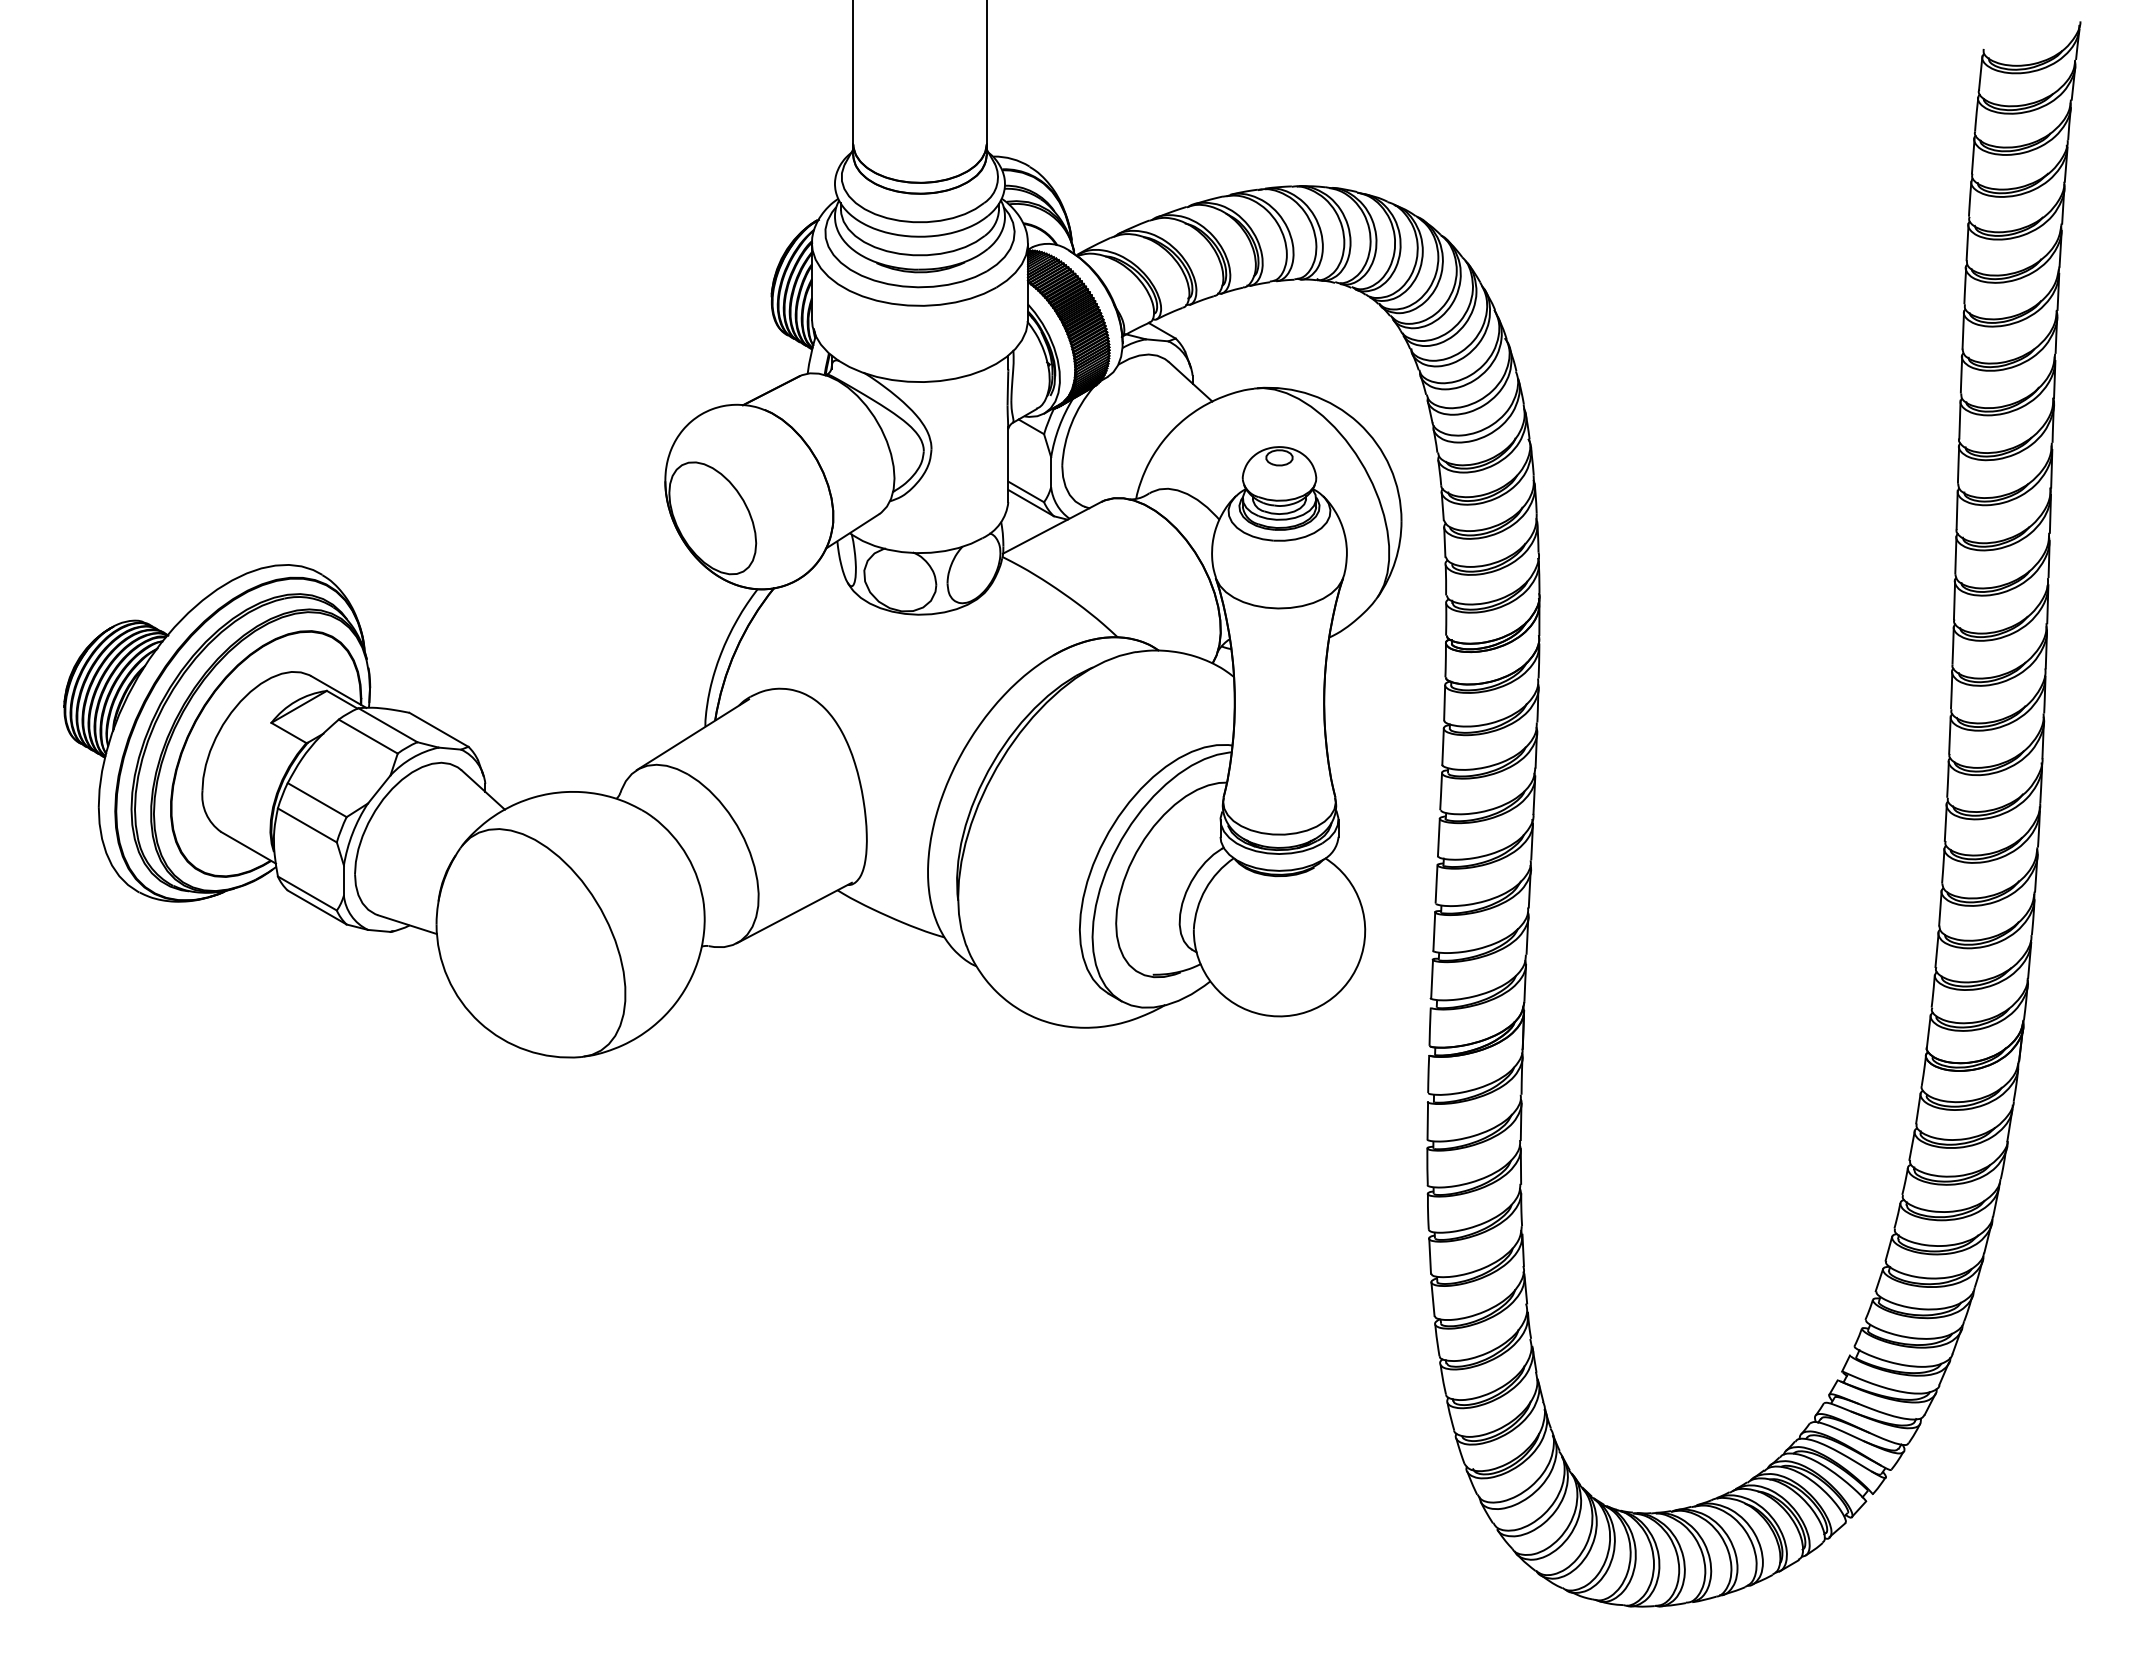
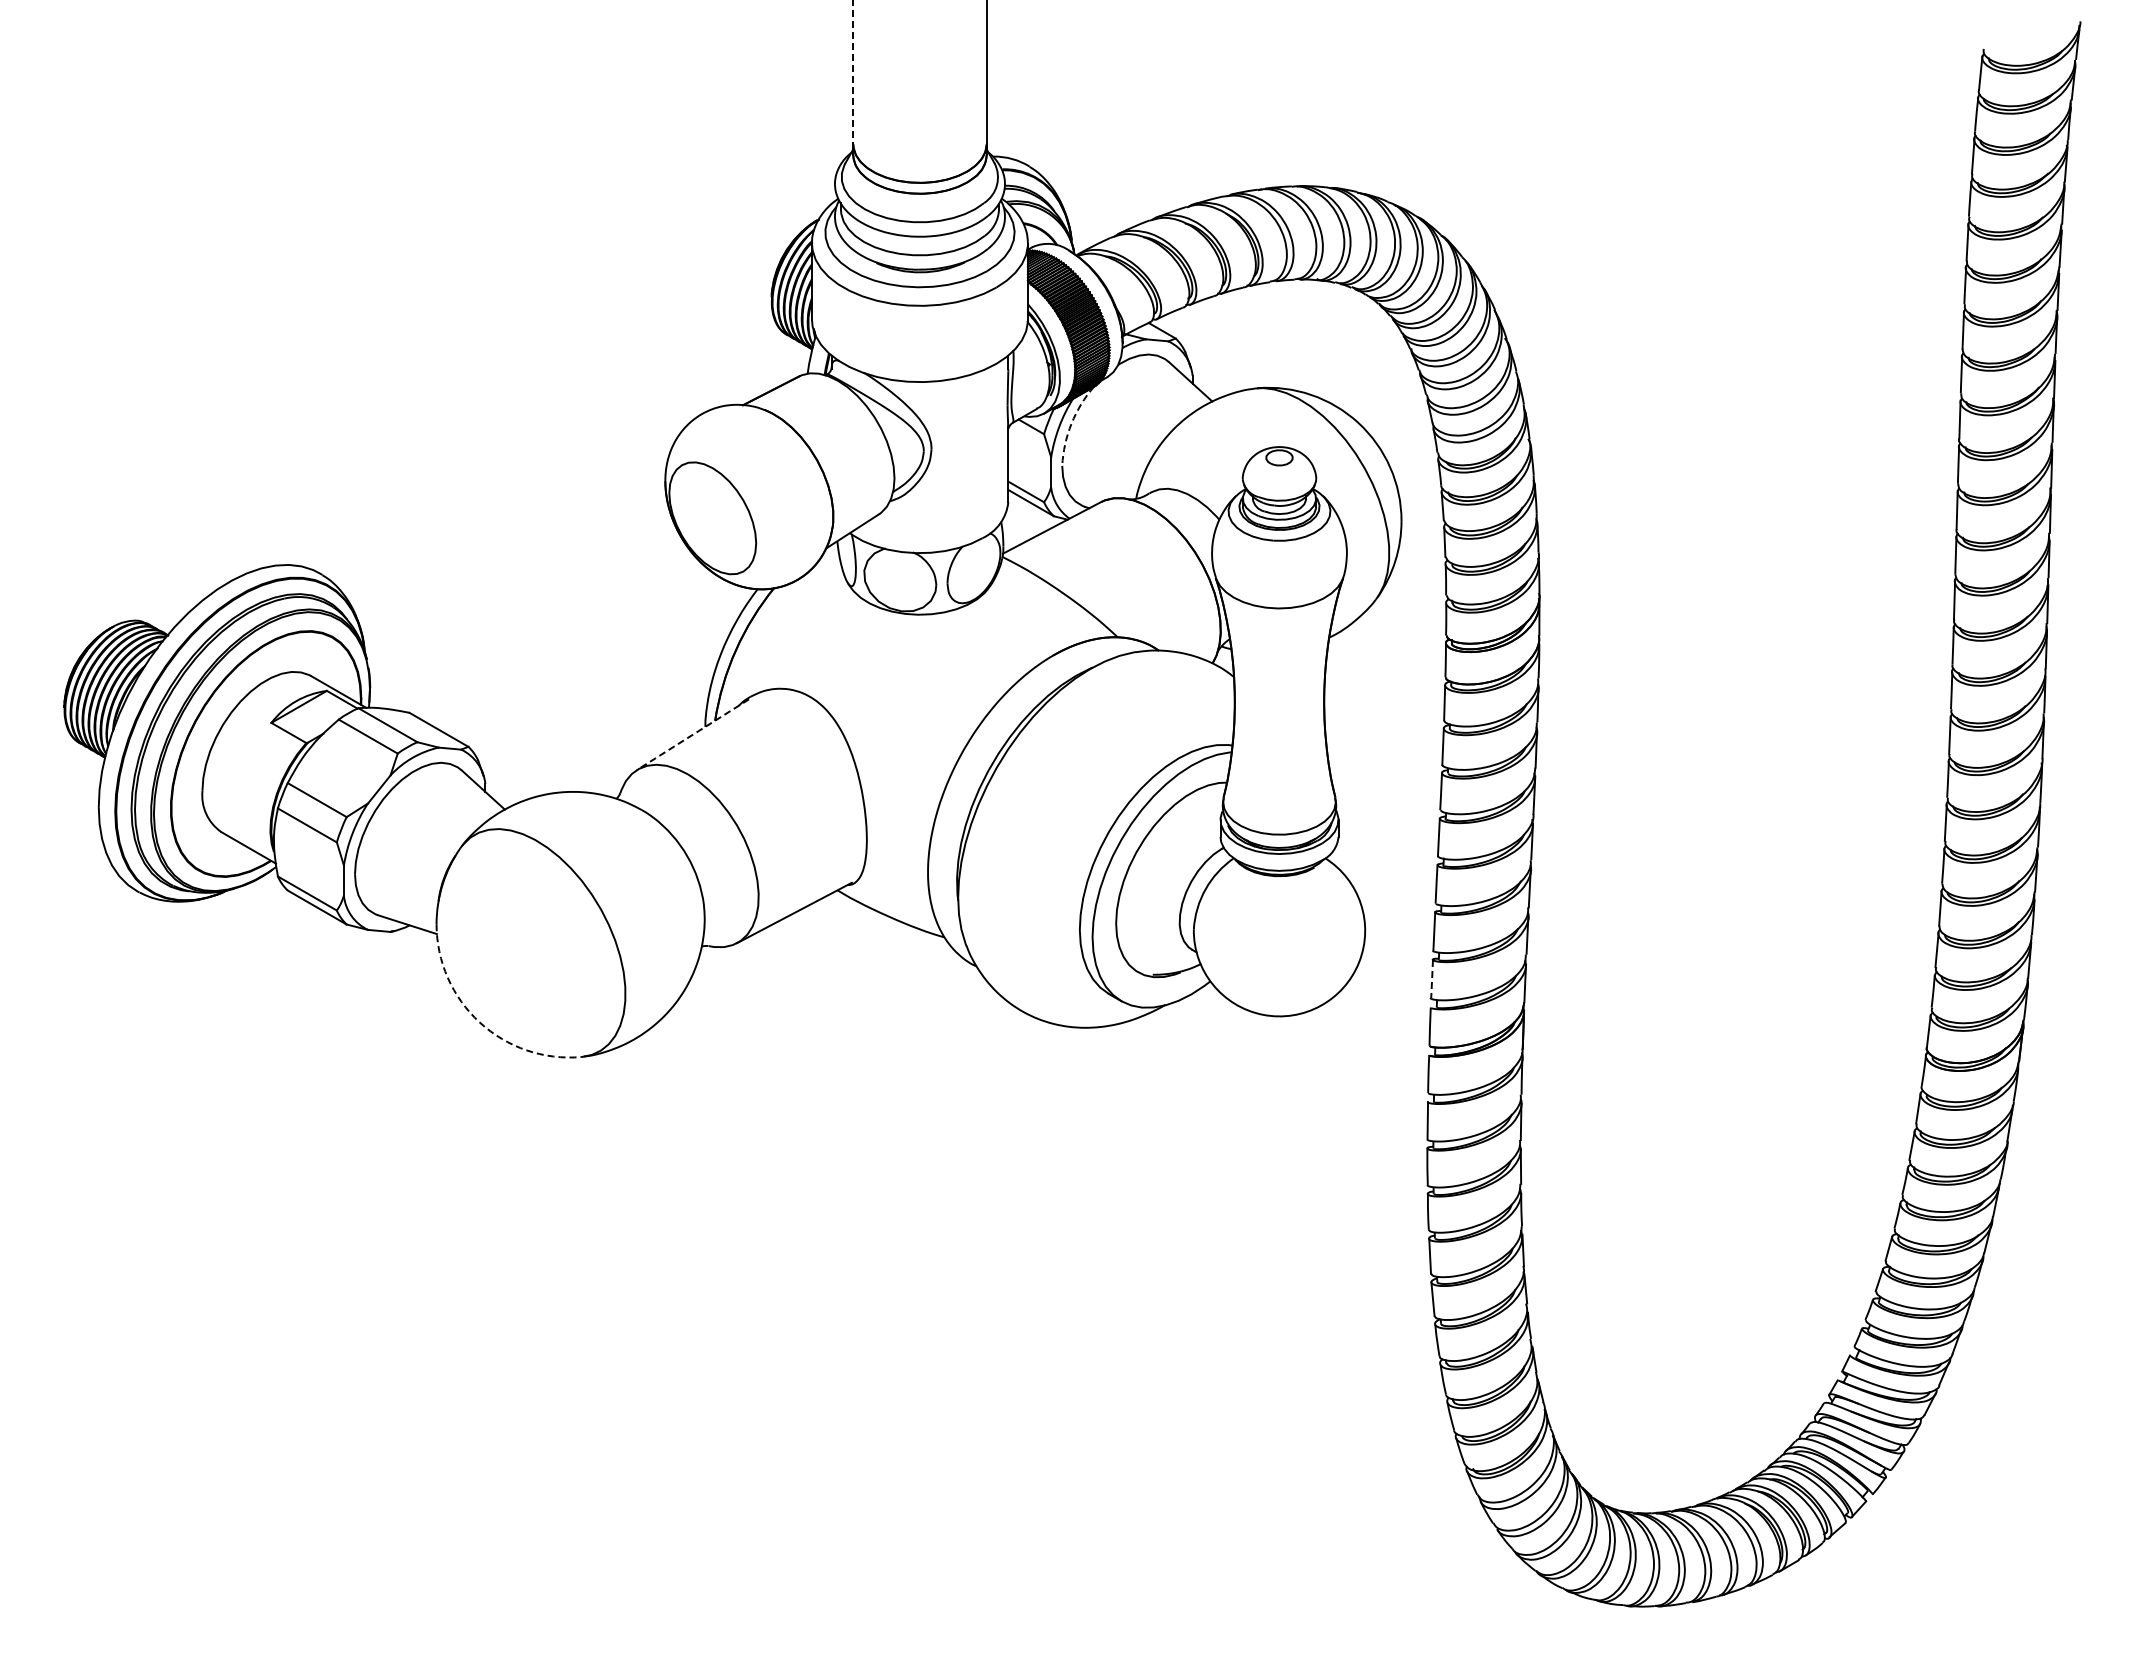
line at (853, 72): solid -> dashed
arc at (1071, 423): solid -> dashed
line at (692, 734): solid -> dashed
line at (1432, 979): solid -> dashed
arc at (479, 1022): solid -> dashed
